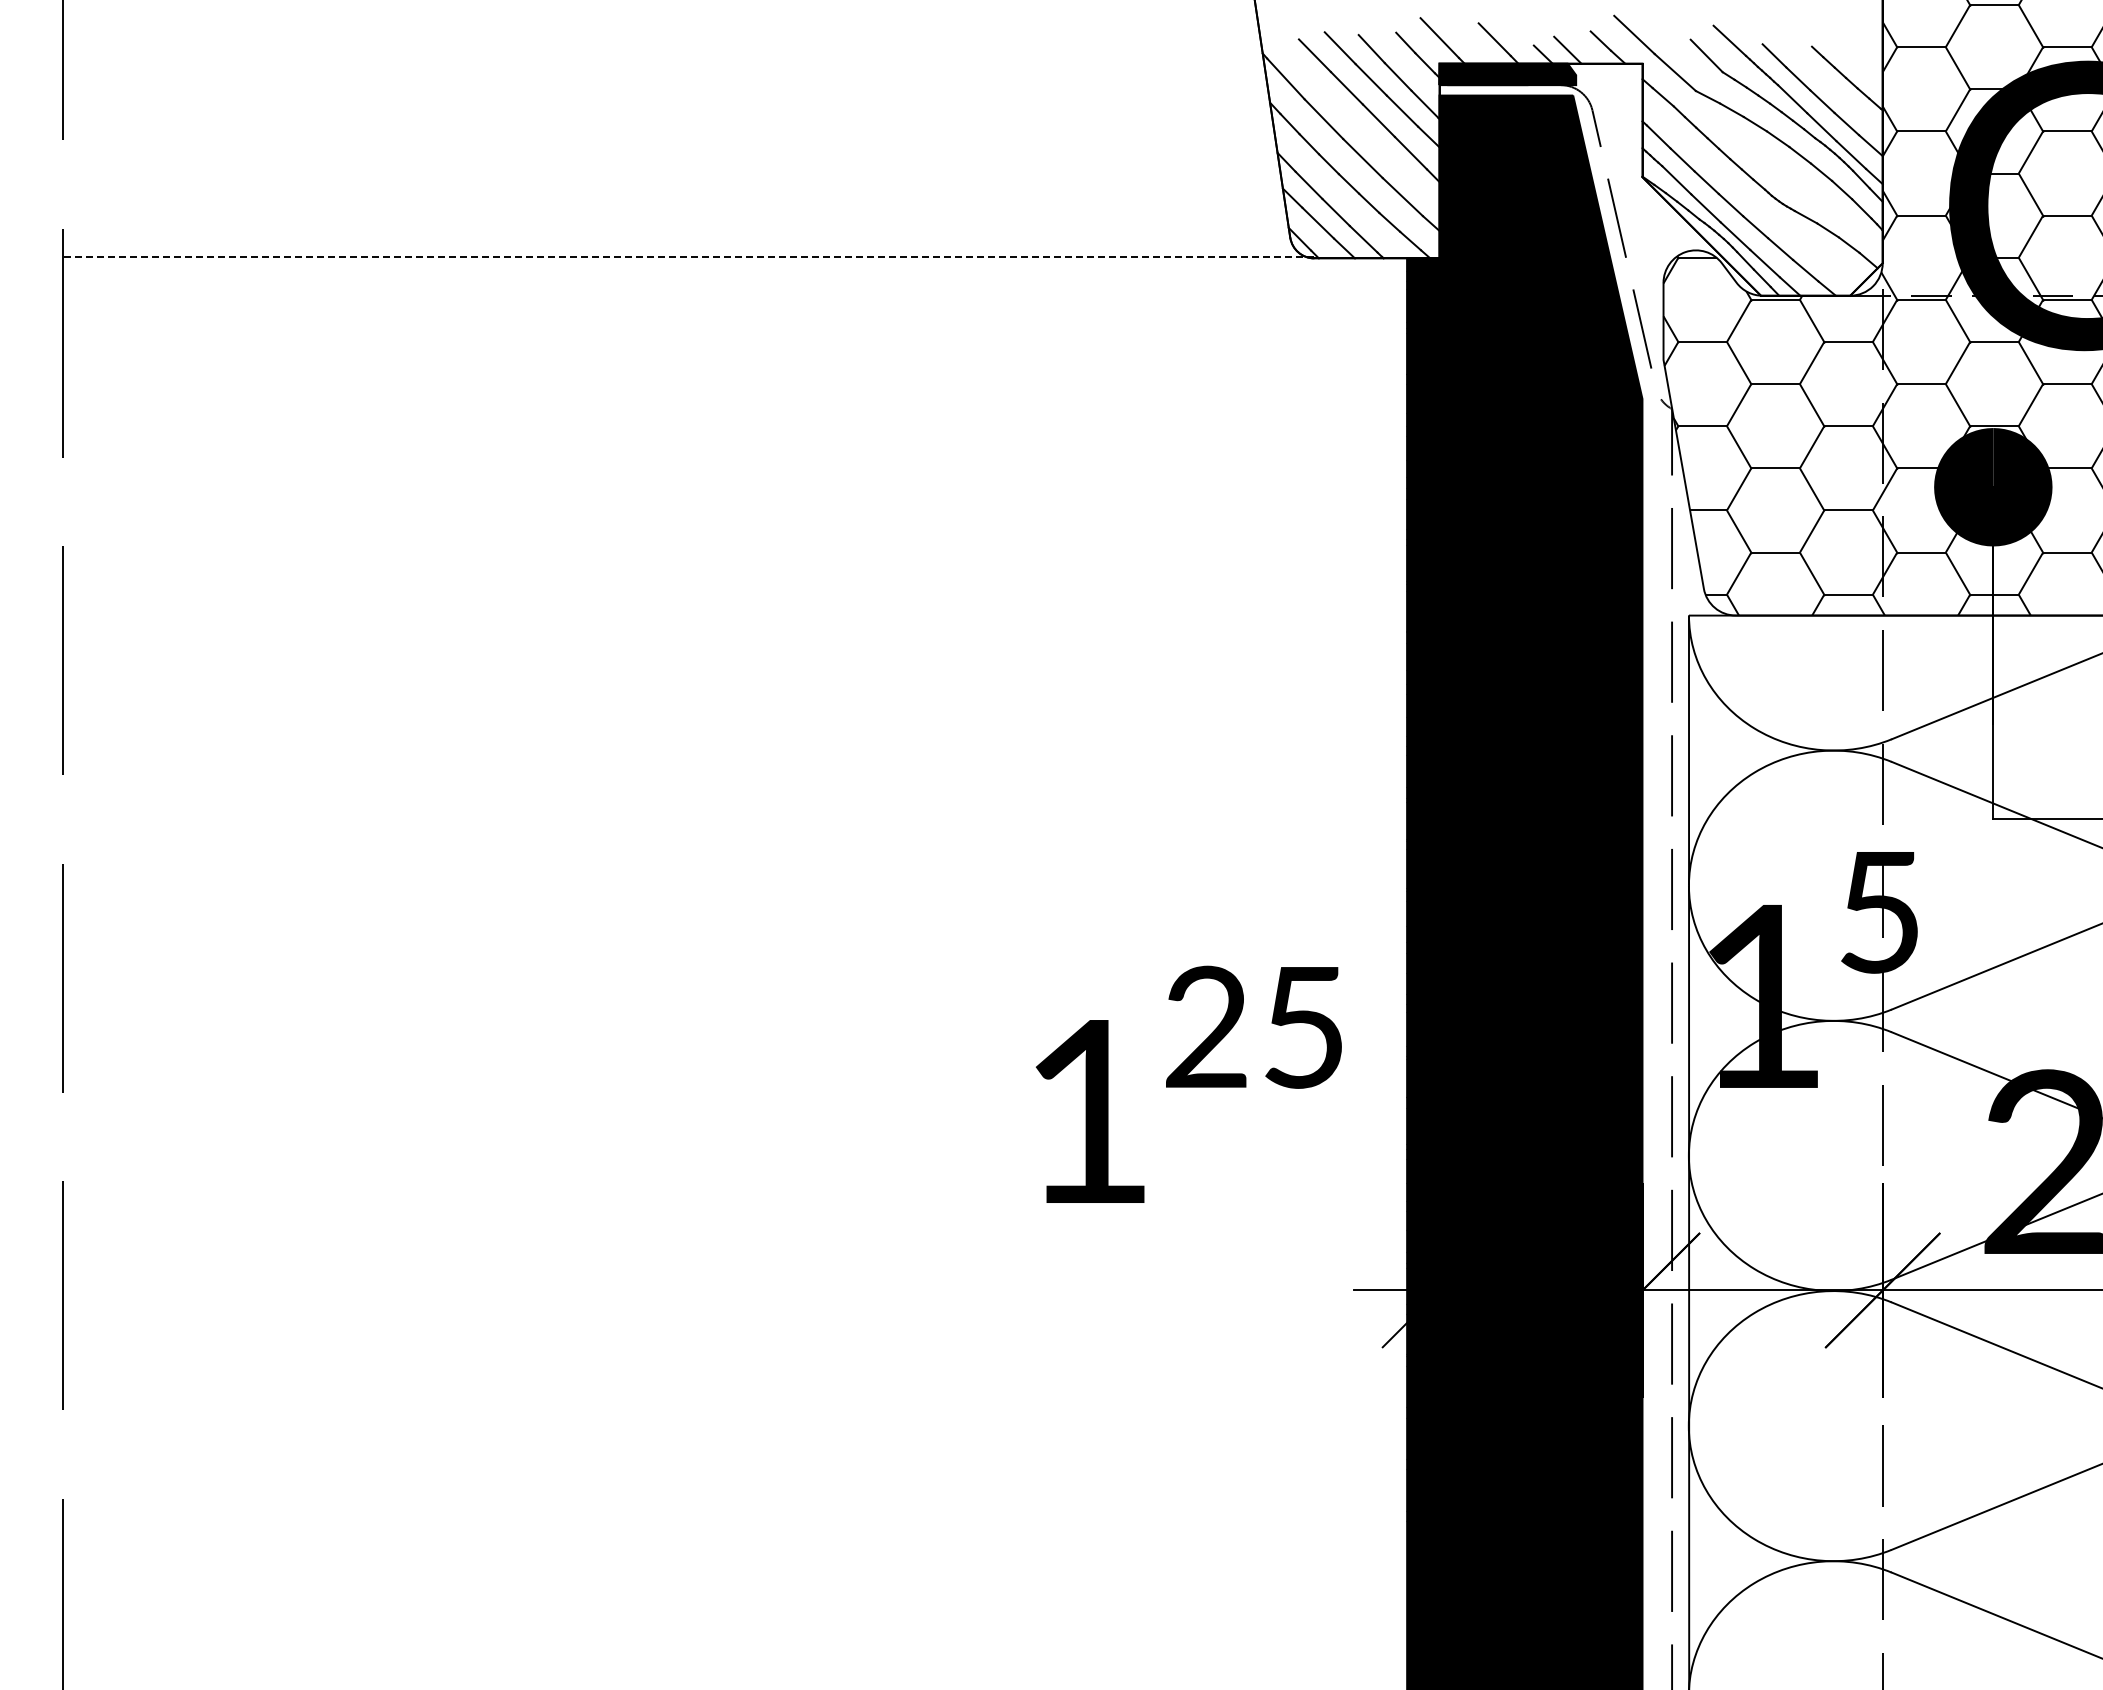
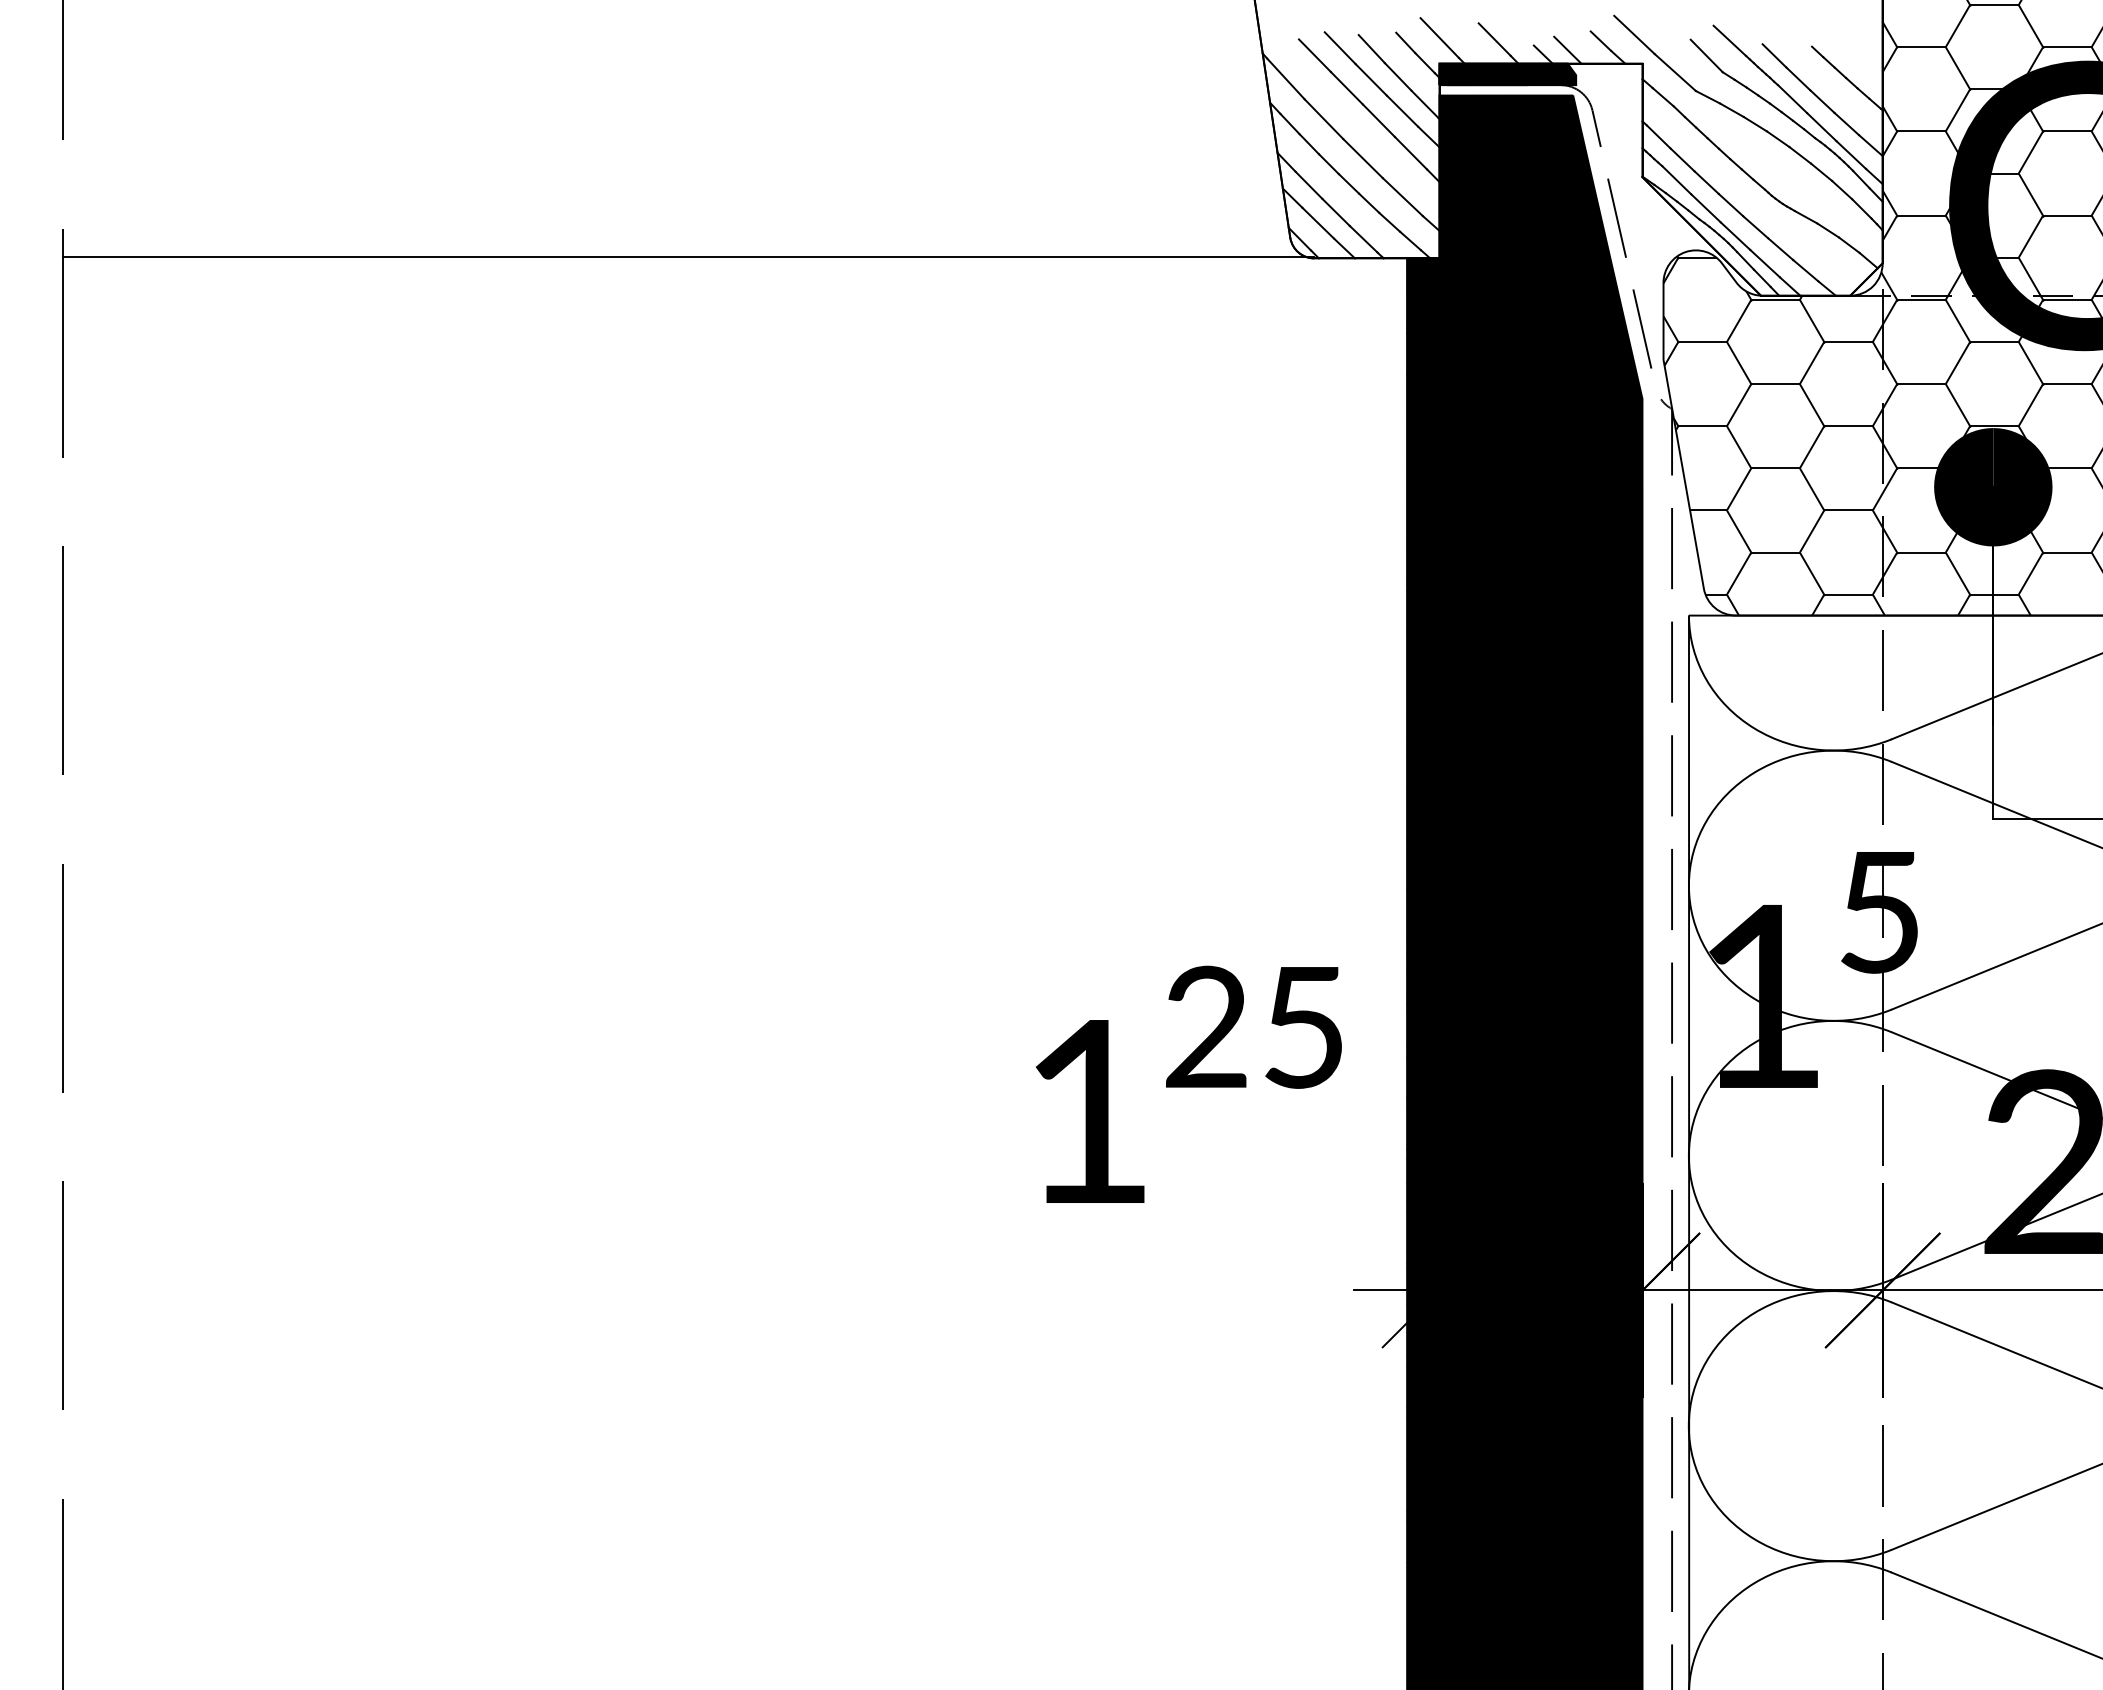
line at (688, 256): dashed -> solid
